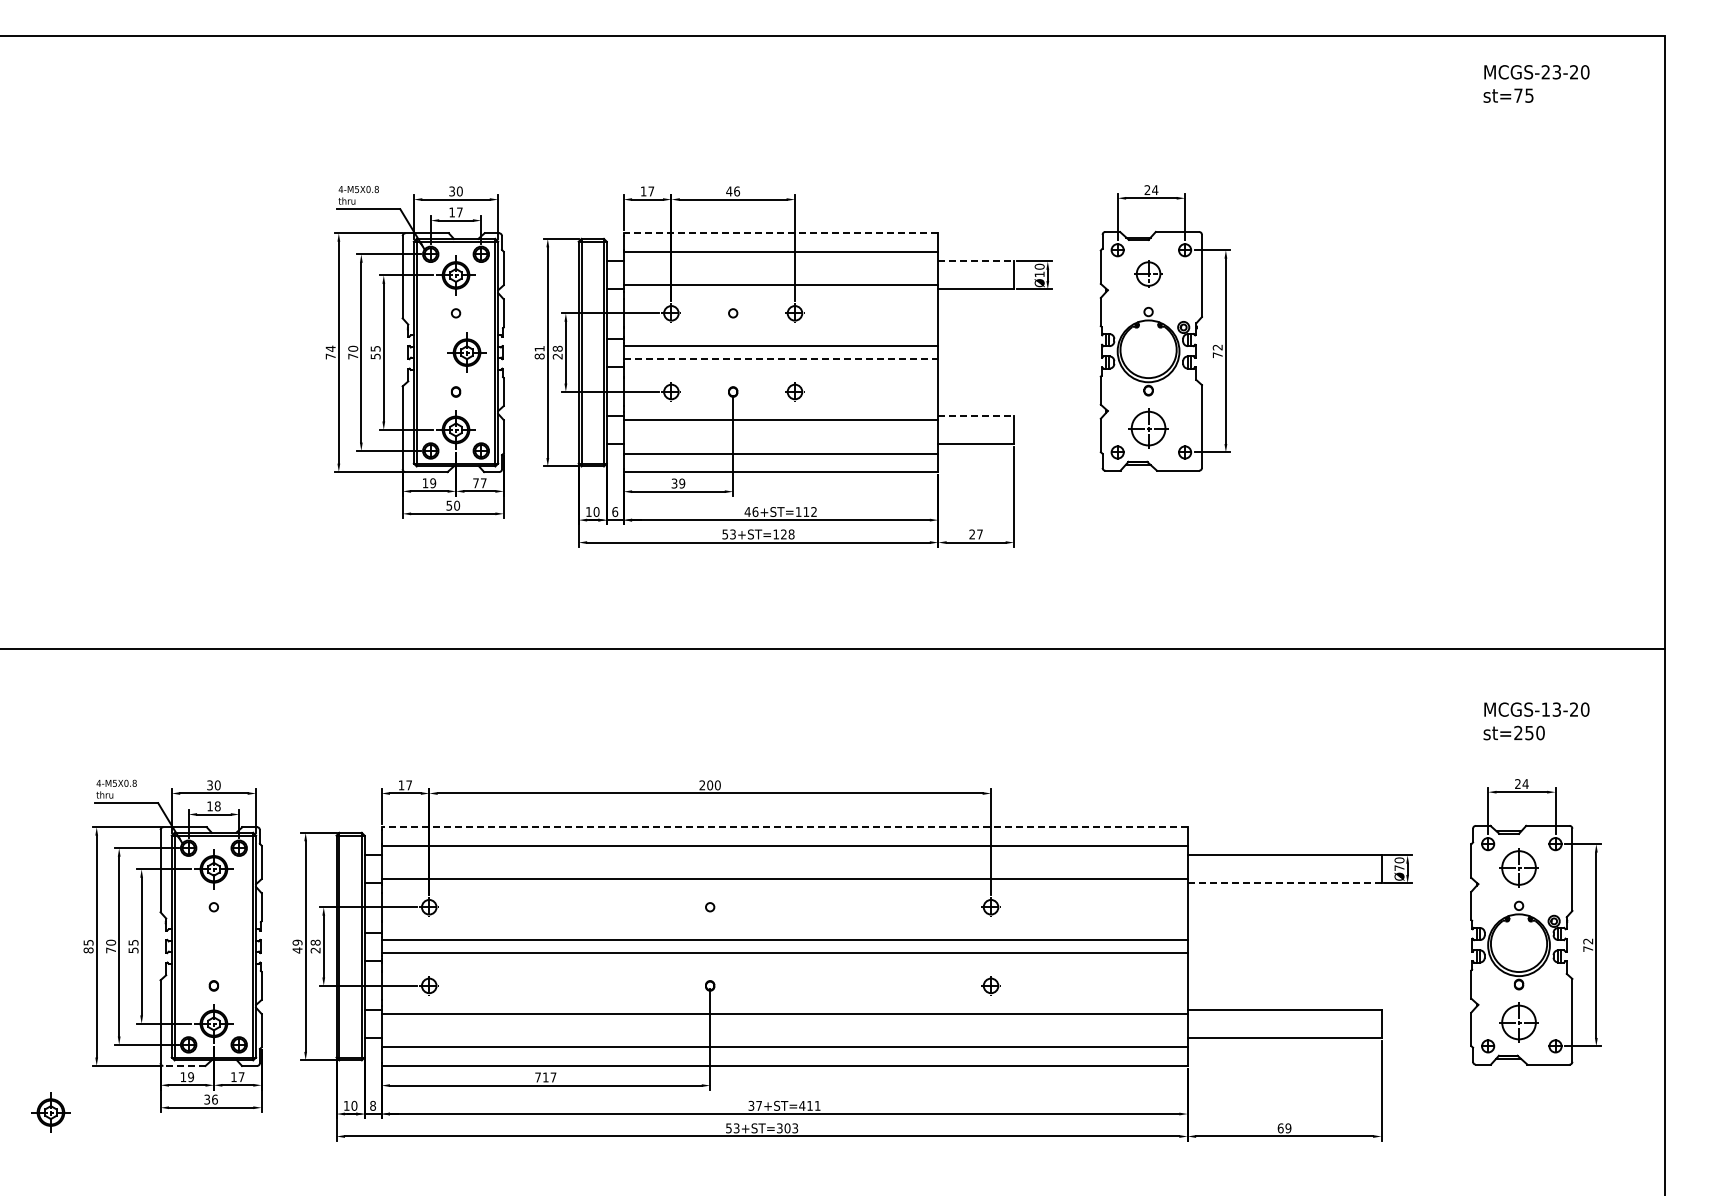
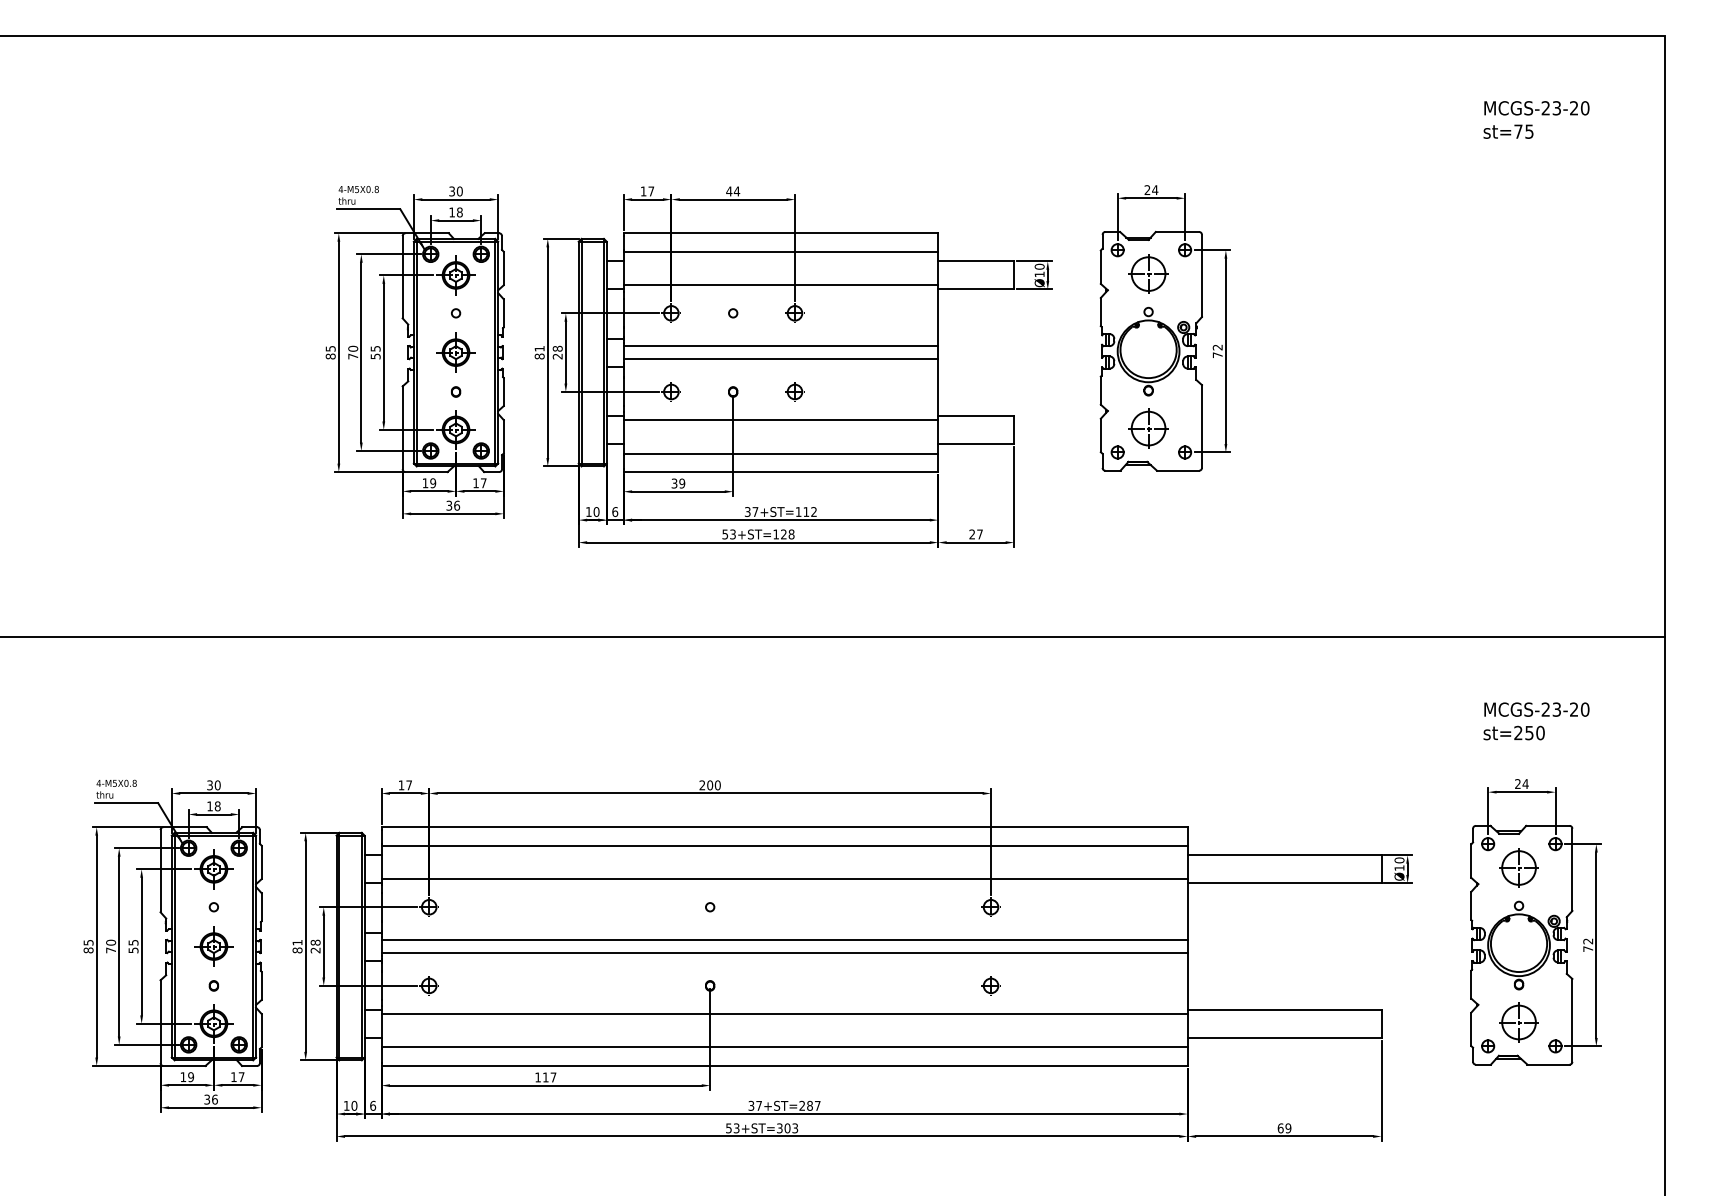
text at (1536, 83) position: (1536, 83) -> (1536, 119)
text at (736, 191): 46 -> 44
text at (459, 212): 17 -> 18
line at (780, 233): dashed -> solid
line at (976, 261): dashed -> solid
part at (1148, 273) size: 29x28 px -> 41x40 px
text at (330, 352): 74 -> 85
part at (466, 352) position: (466, 352) -> (455, 352)
line at (781, 359): dashed -> solid
line at (976, 415): dashed -> solid
text at (475, 483): 77 -> 17
text at (453, 505): 50 -> 36
text at (751, 511): 46+ST=112 -> 37+ST=112
line at (833, 649) position: (833, 649) -> (833, 637)
text at (1545, 709): MCGS-13-20 -> MCGS-23-20
line at (784, 827): dashed -> solid
text at (1399, 867): Ø70 -> Ø10
line at (1284, 883): dashed -> solid
text at (297, 946): 49 -> 81
line at (183, 1065): dashed -> solid
text at (537, 1077): 717 -> 117
text at (373, 1105): 8 -> 6
text at (809, 1105): 37+ST=411 -> 37+ST=287
part at (50, 1112) position: (50, 1112) -> (213, 946)
